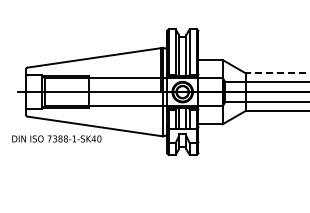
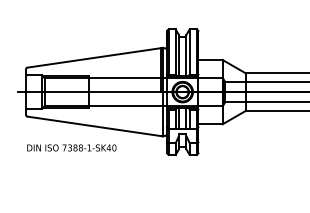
line at (277, 73): dashed -> solid
text at (56, 138) position: (56, 138) -> (71, 147)
